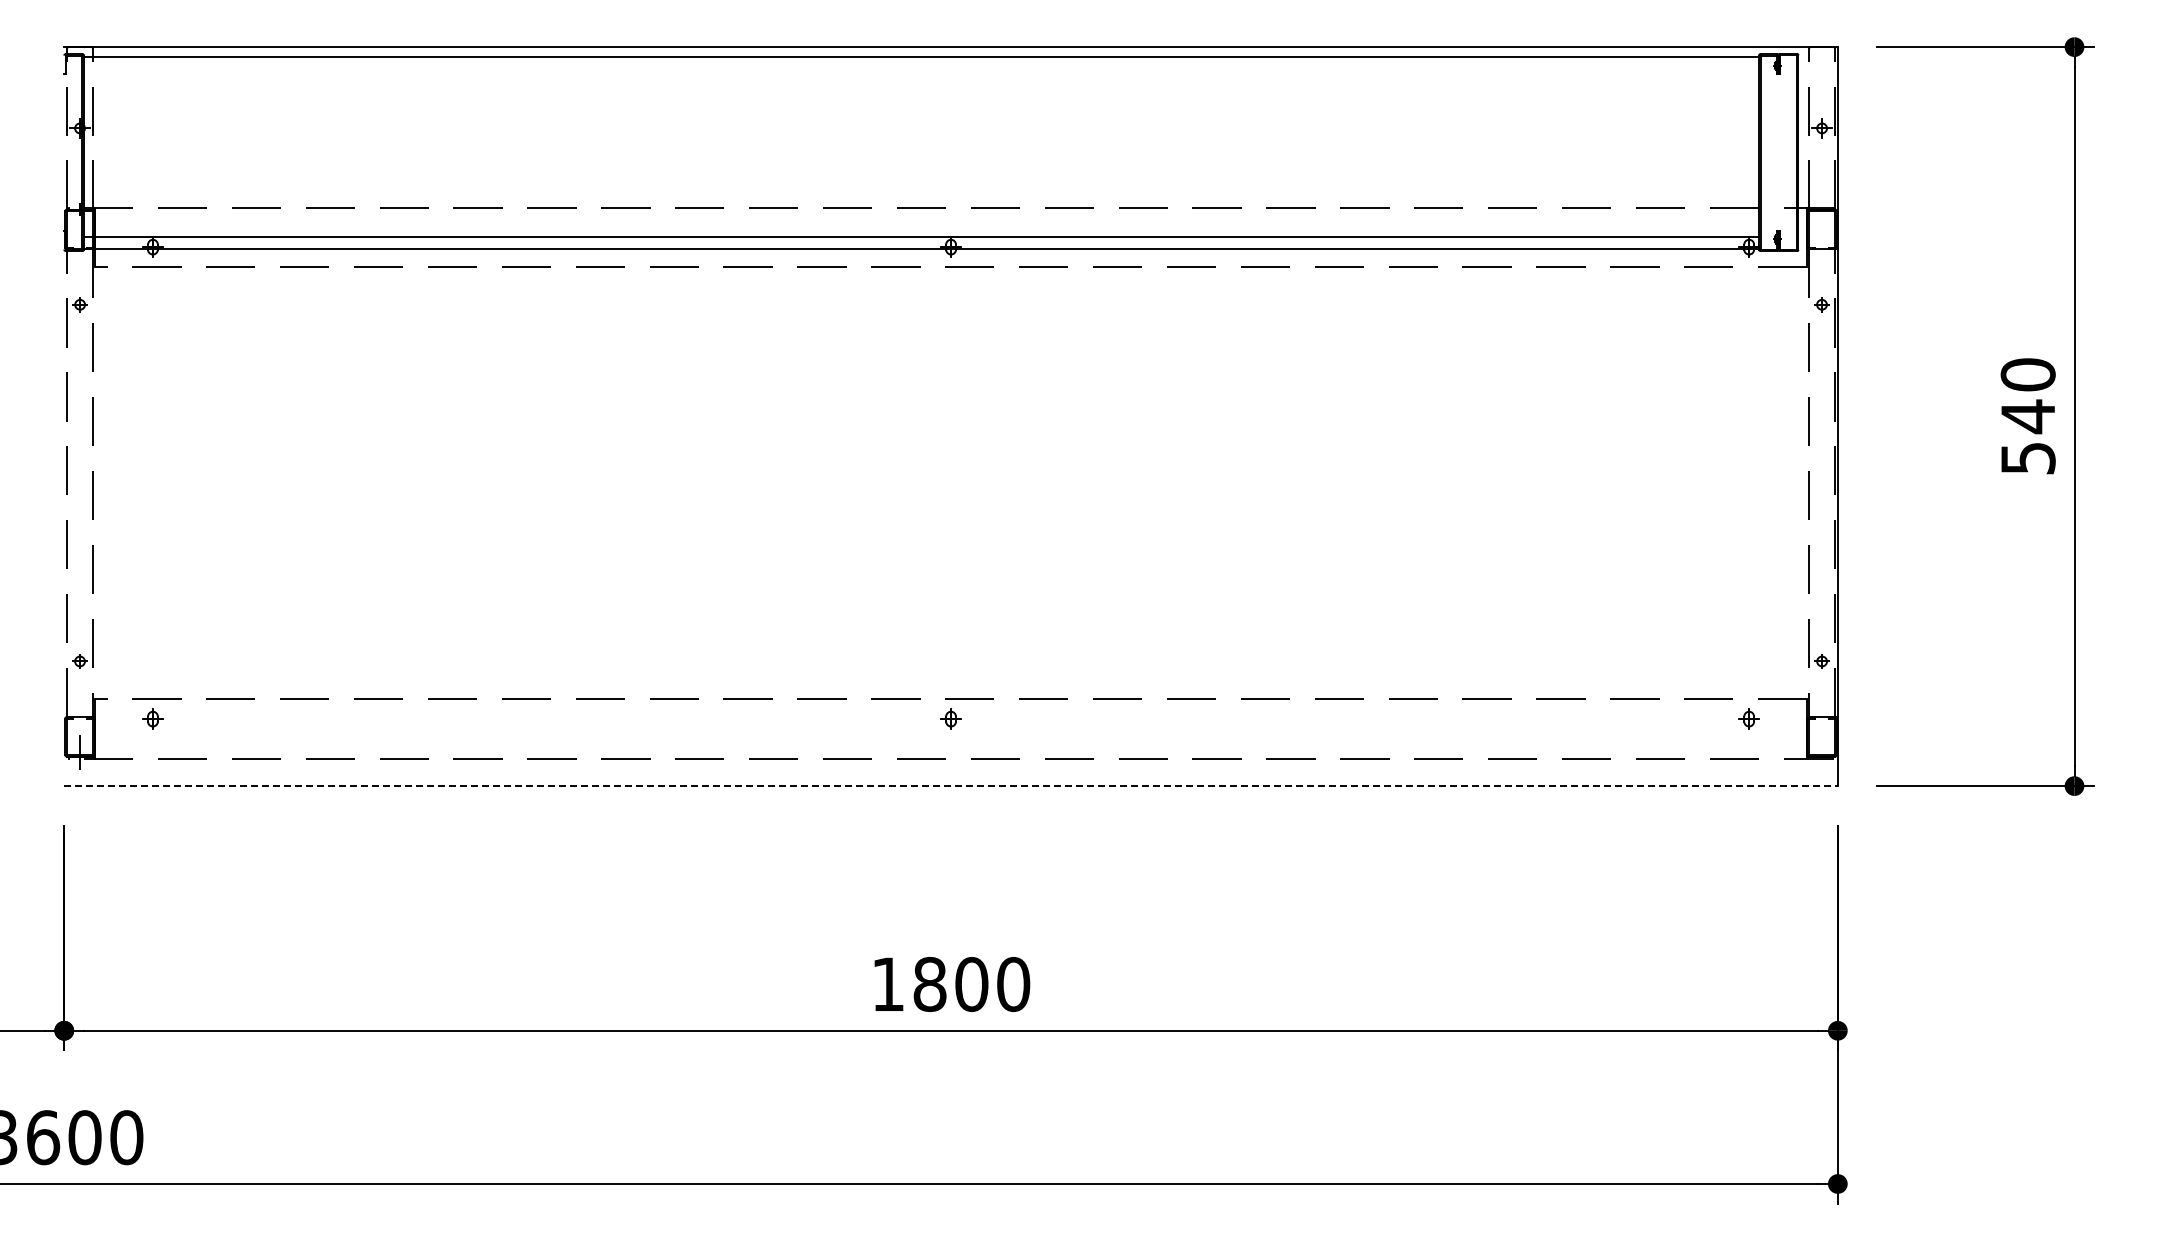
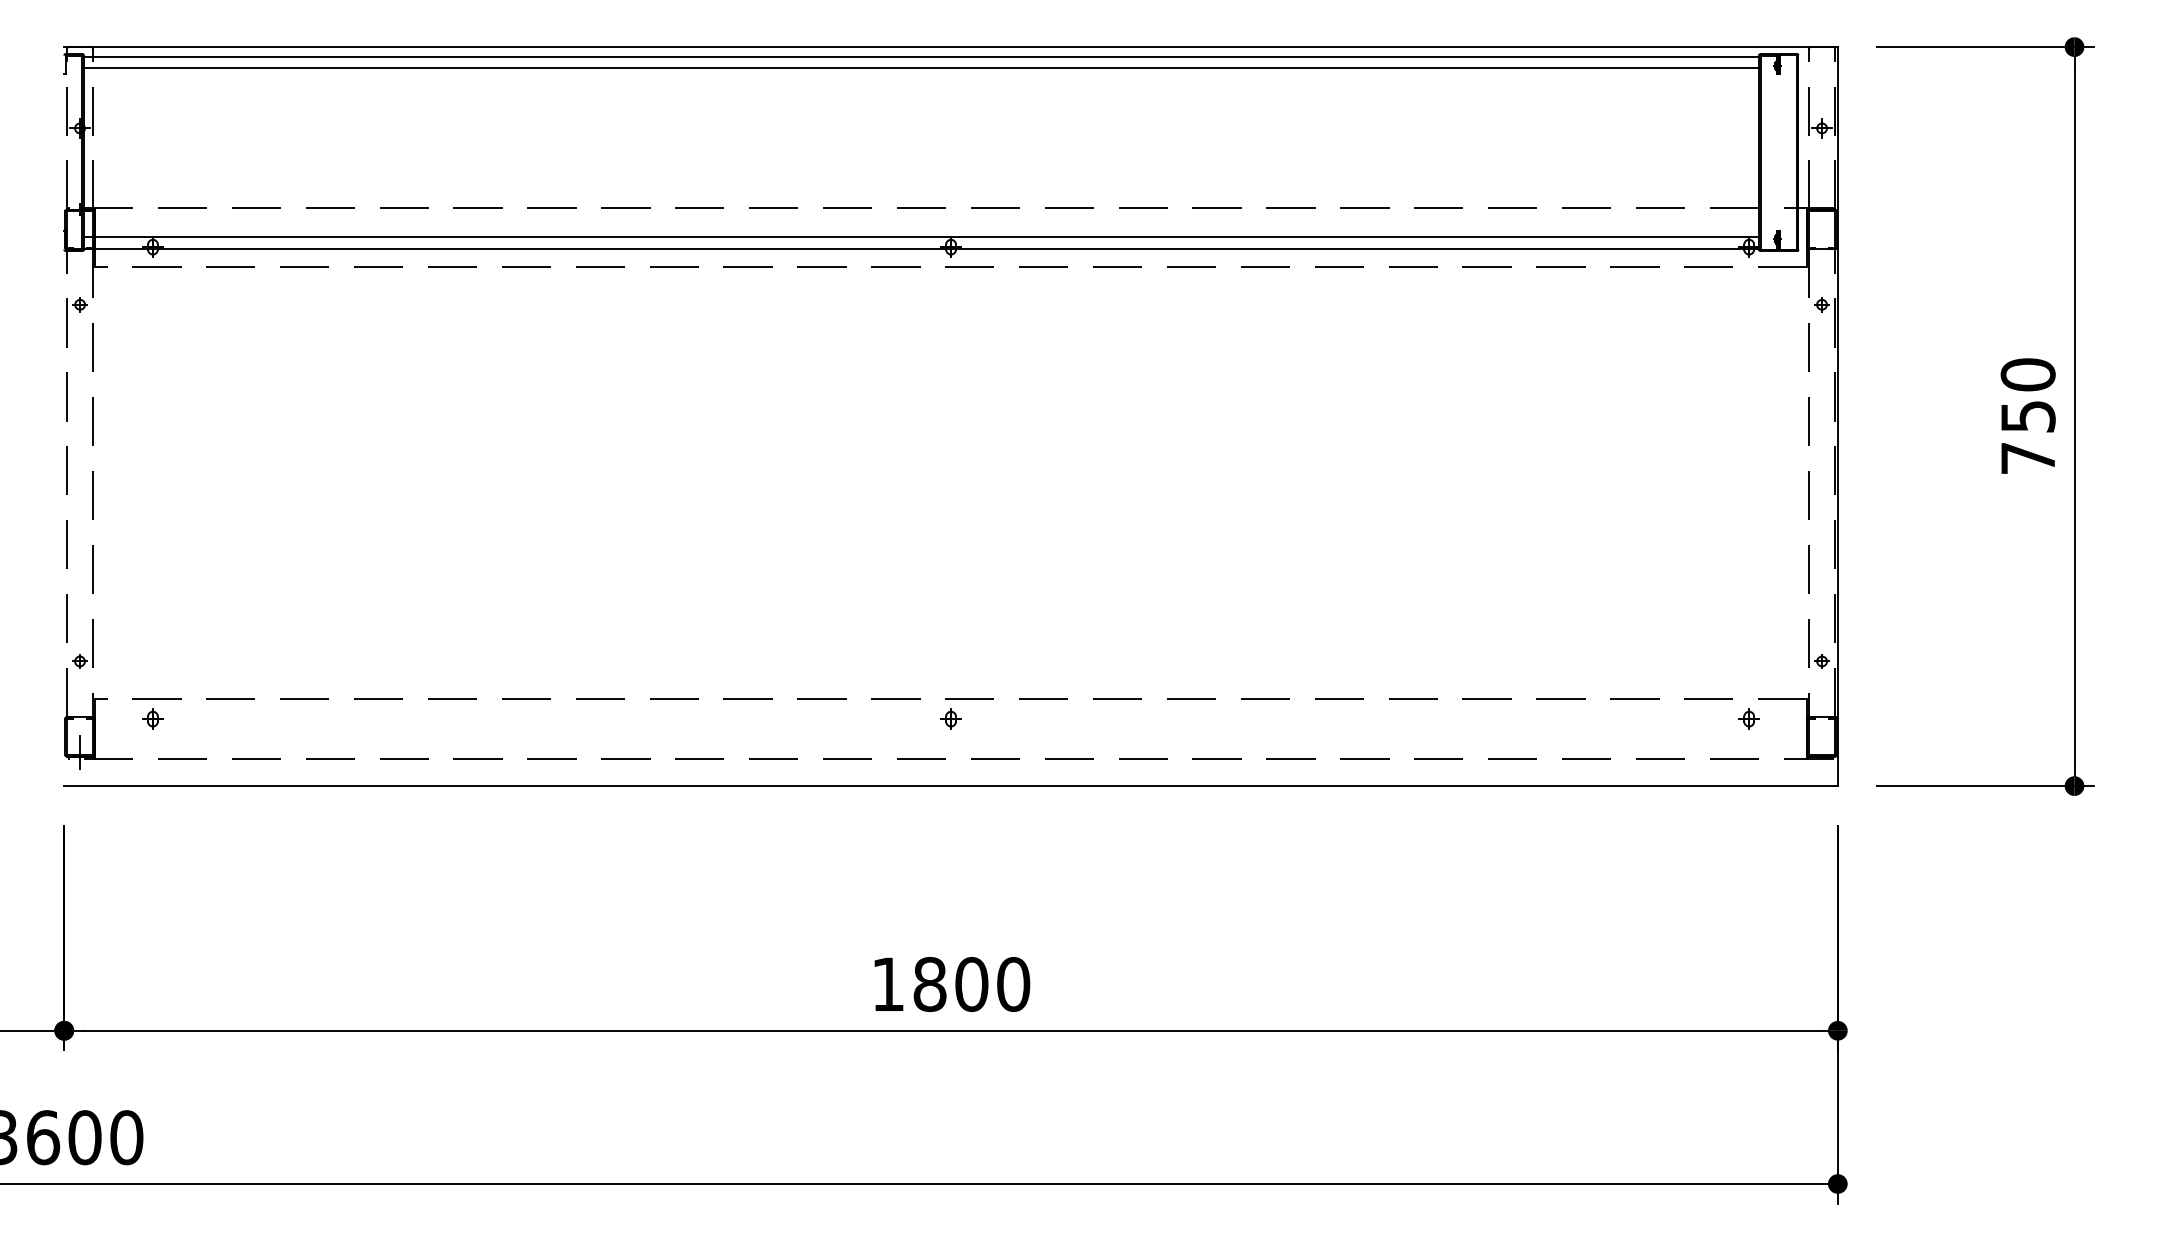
line at (921, 68): none -> present
text at (2028, 436): 540 -> 750
line at (951, 786): dashed -> solid
